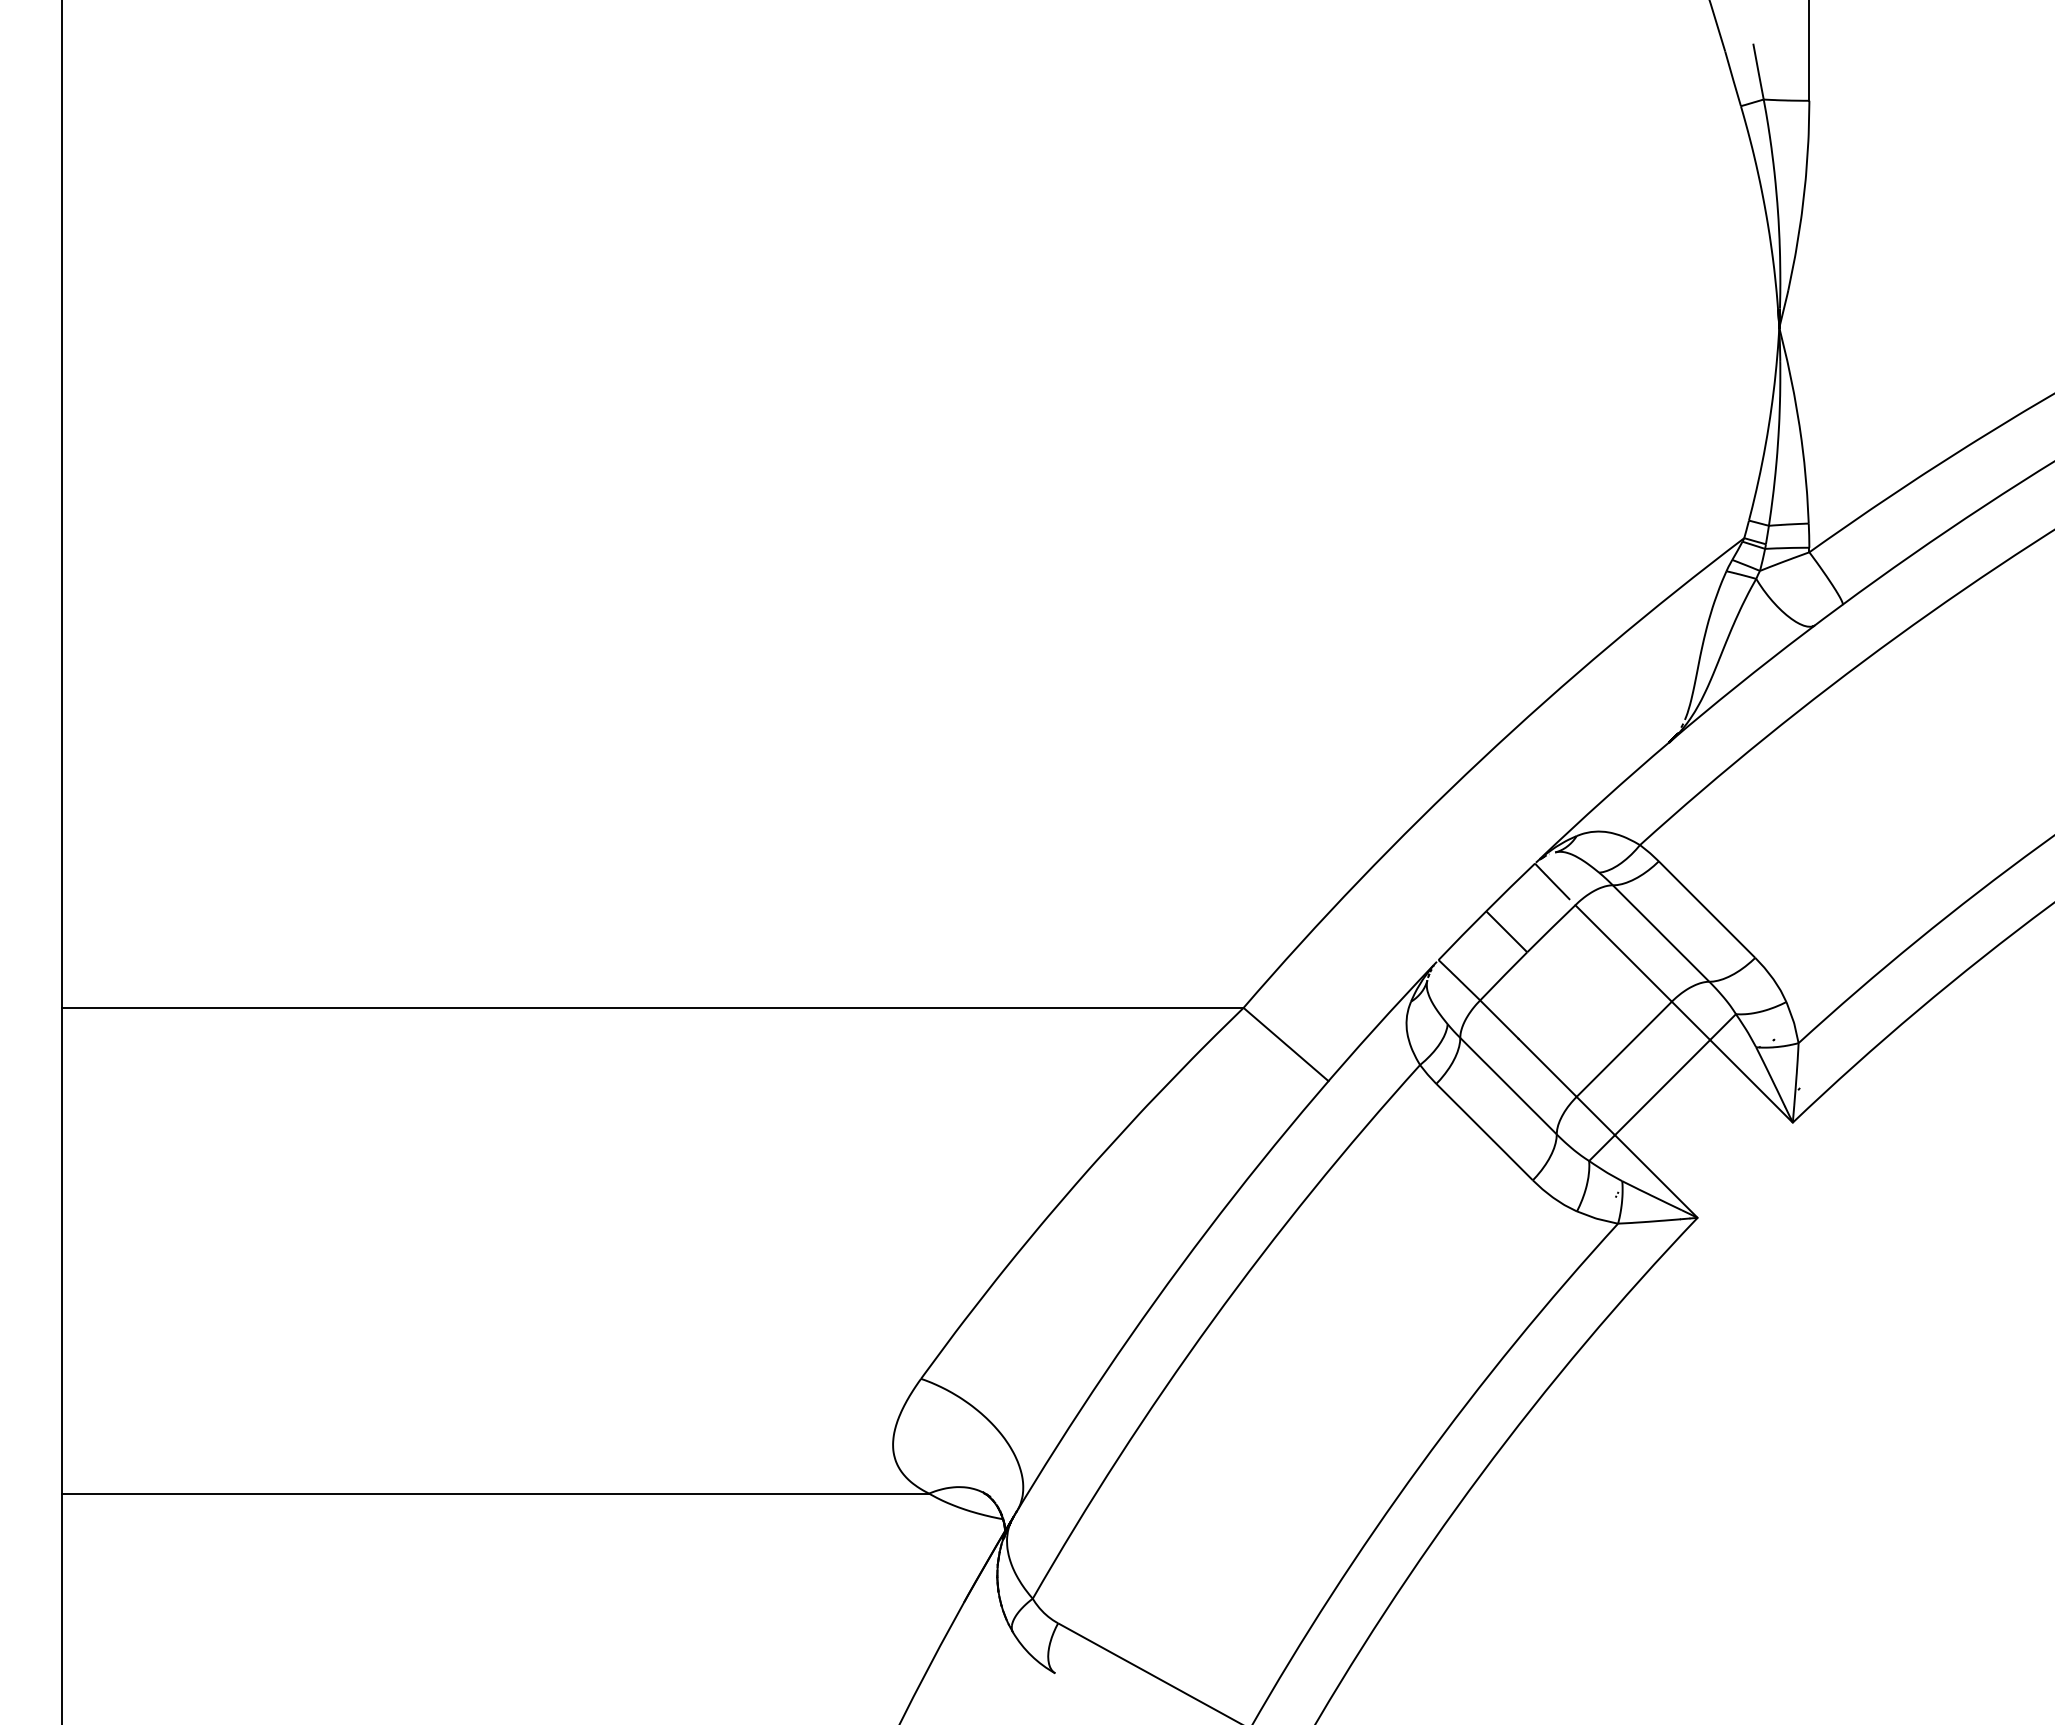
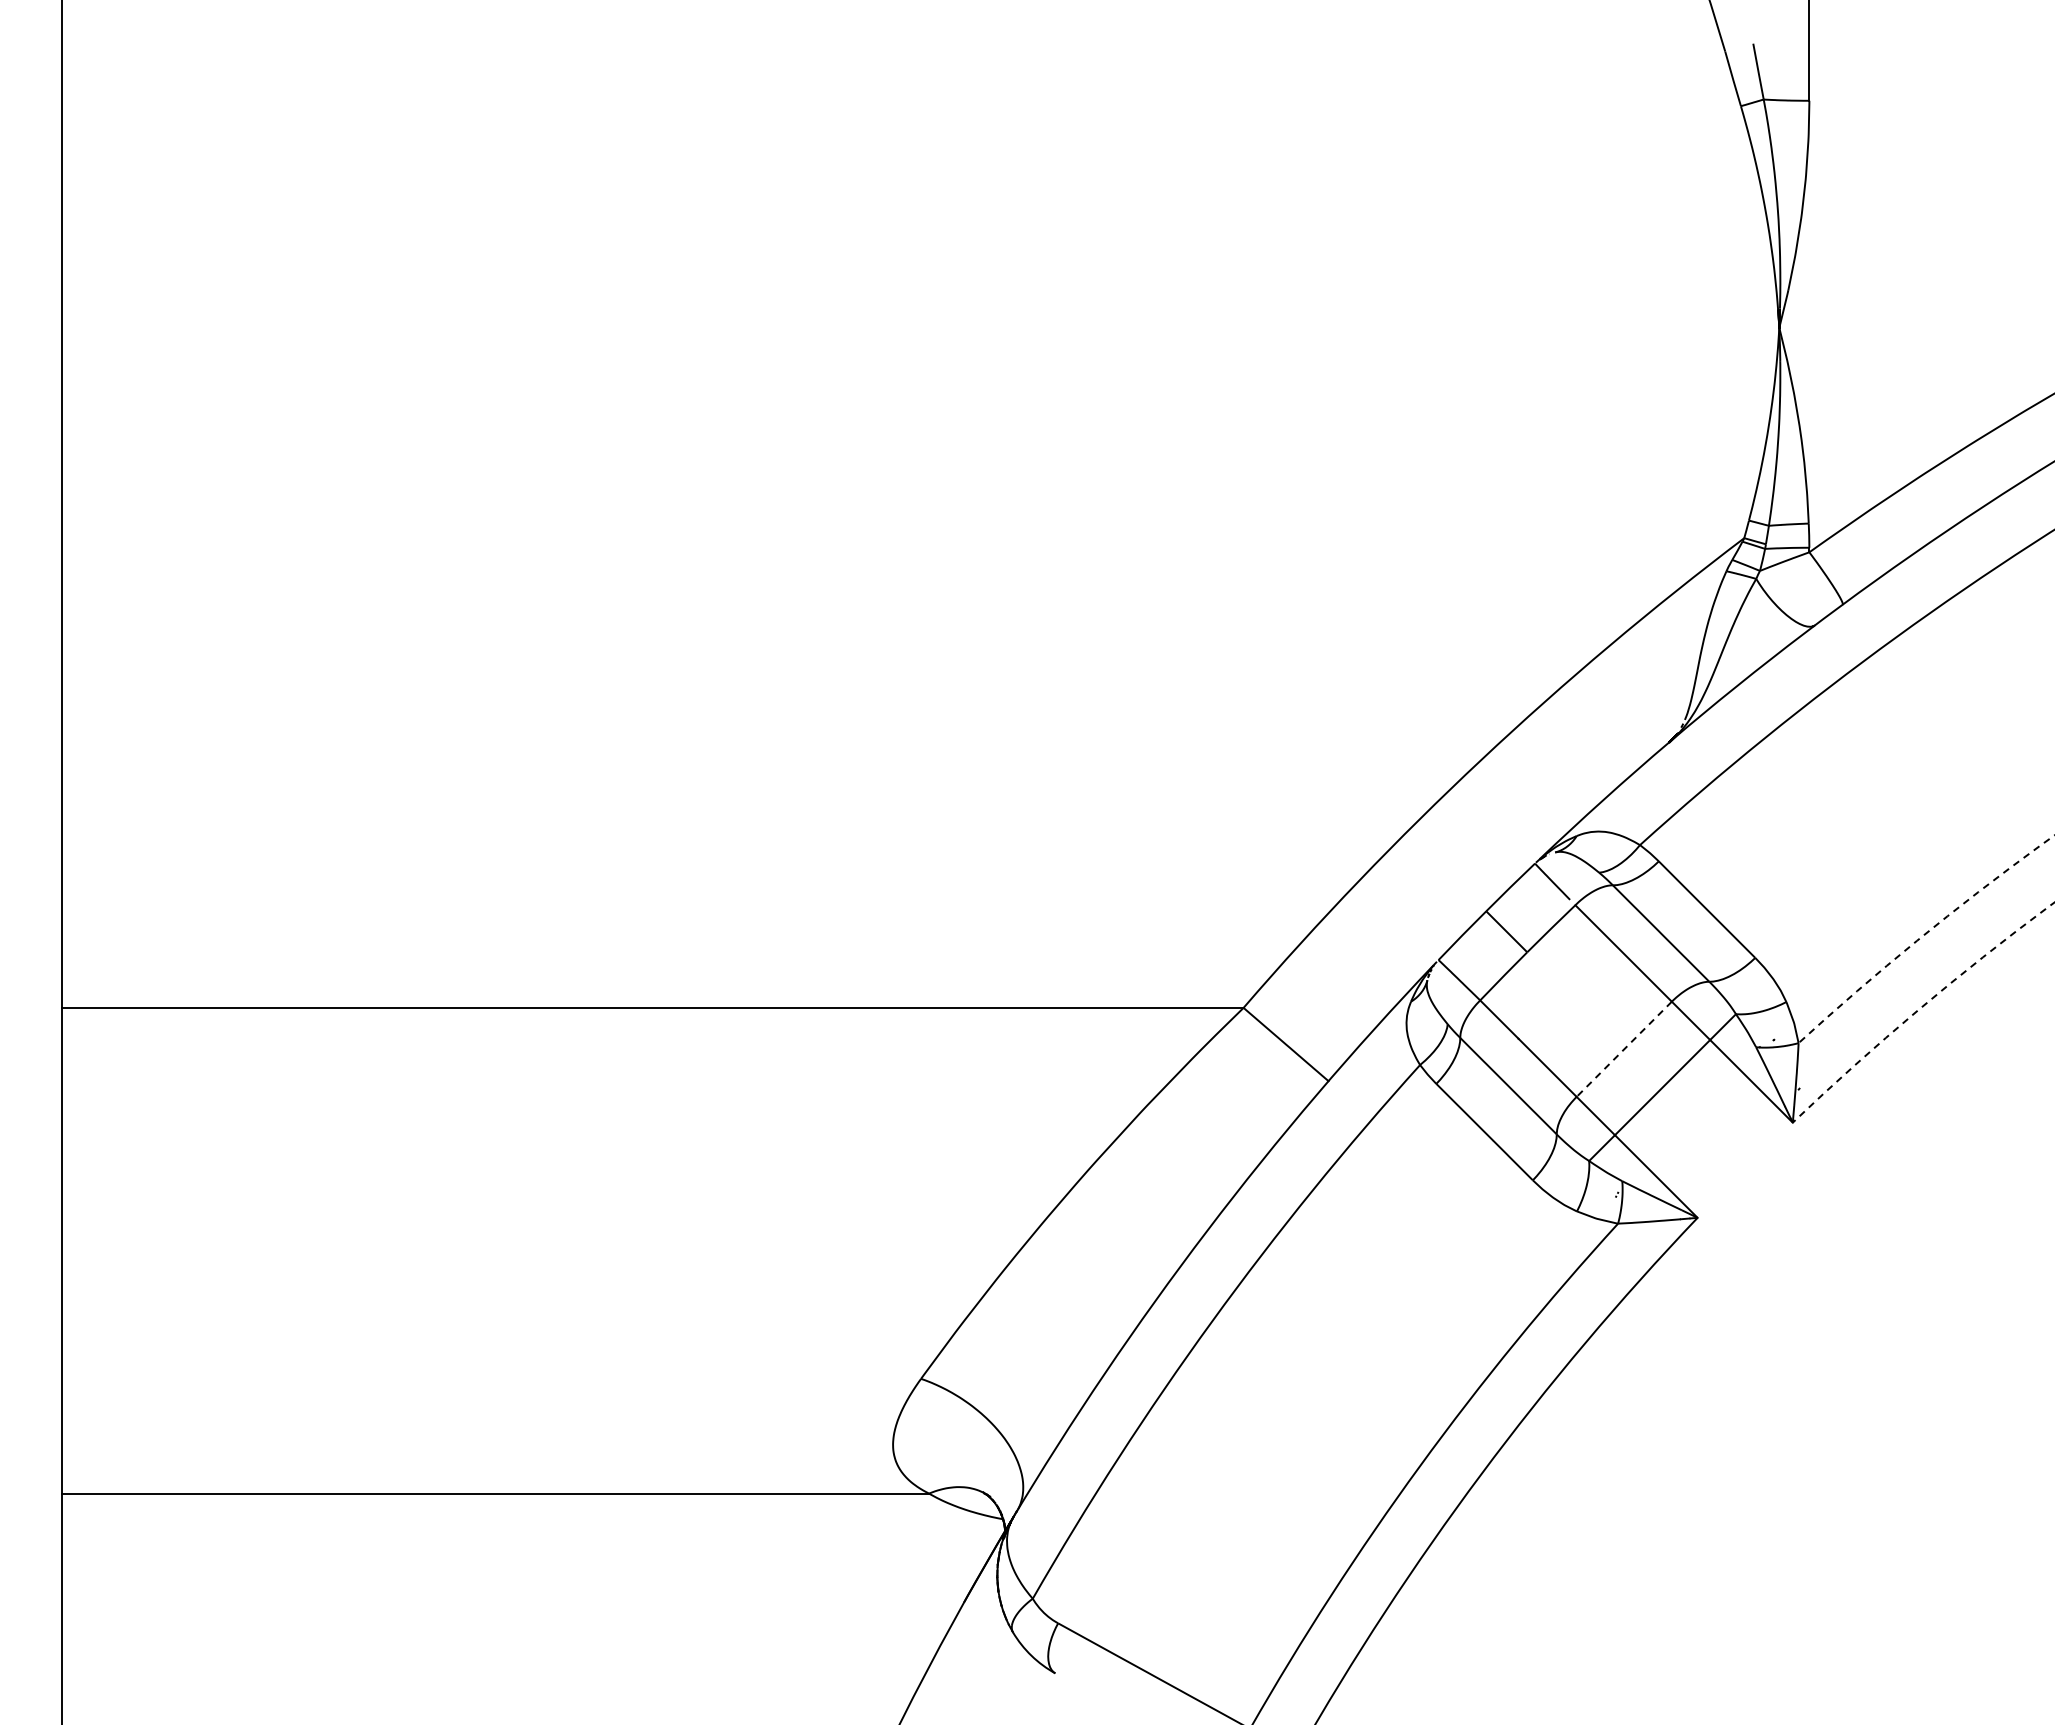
arc at (1923, 935): solid -> dashed
arc at (1918, 1009): solid -> dashed
line at (1623, 1049): solid -> dashed
